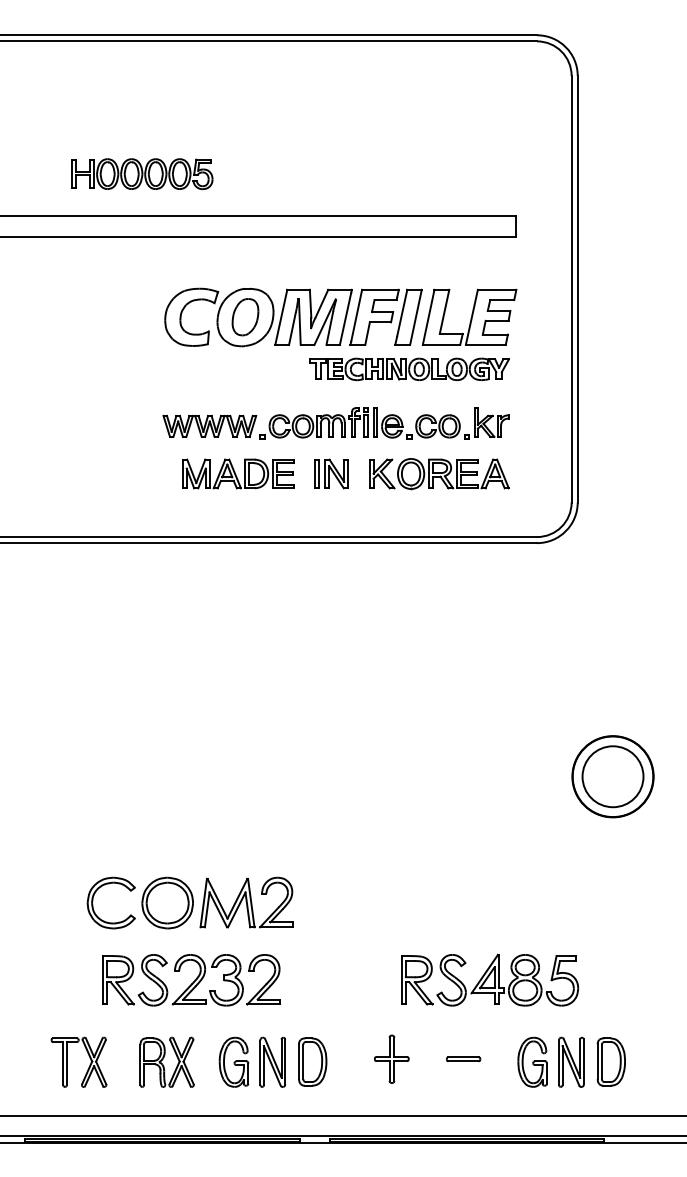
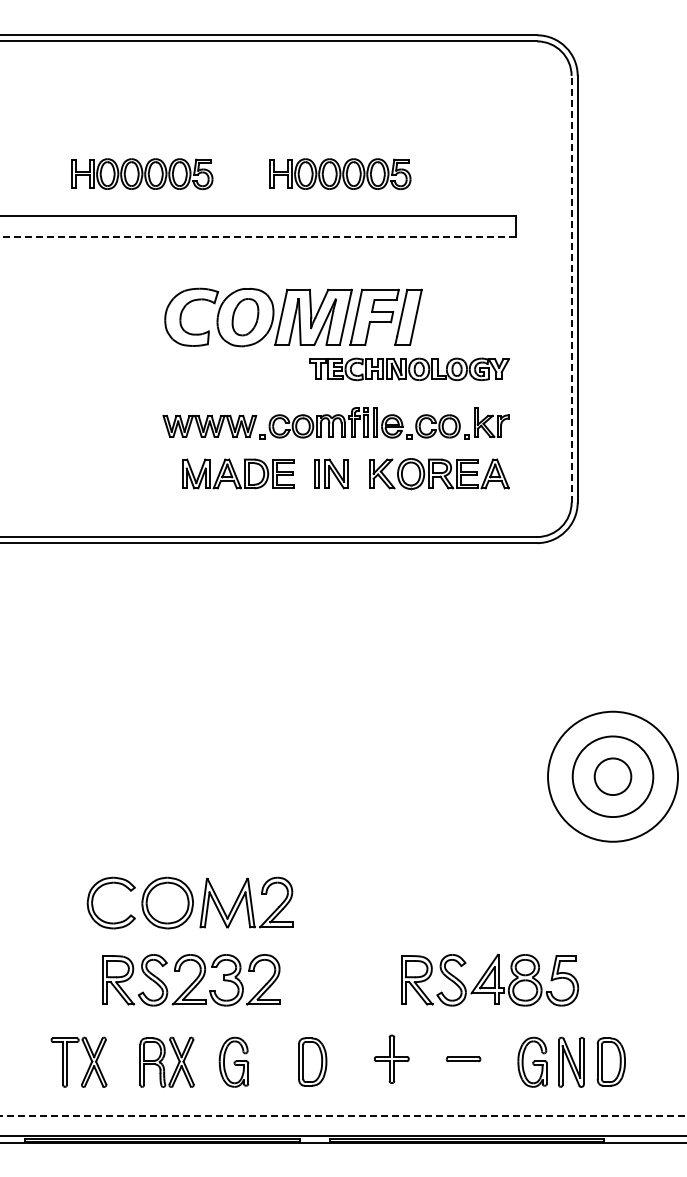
part at (340, 174): none -> present
line at (258, 236): solid -> dashed
line at (571, 288): solid -> dashed
part at (469, 316): present -> none
circle at (612, 776) diameter: 61 px -> 37 px
circle at (612, 776) diameter: 81 px -> 130 px
part at (272, 1061): present -> none
line at (343, 1115): solid -> dashed
